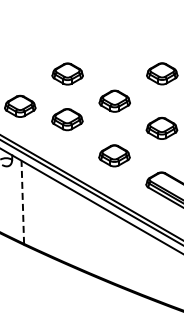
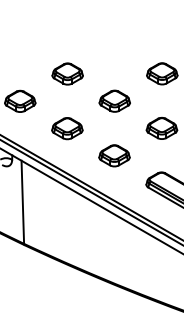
part at (20, 105) position: (20, 105) -> (20, 100)
part at (67, 119) position: (67, 119) -> (67, 128)
line at (22, 202): dashed -> solid
